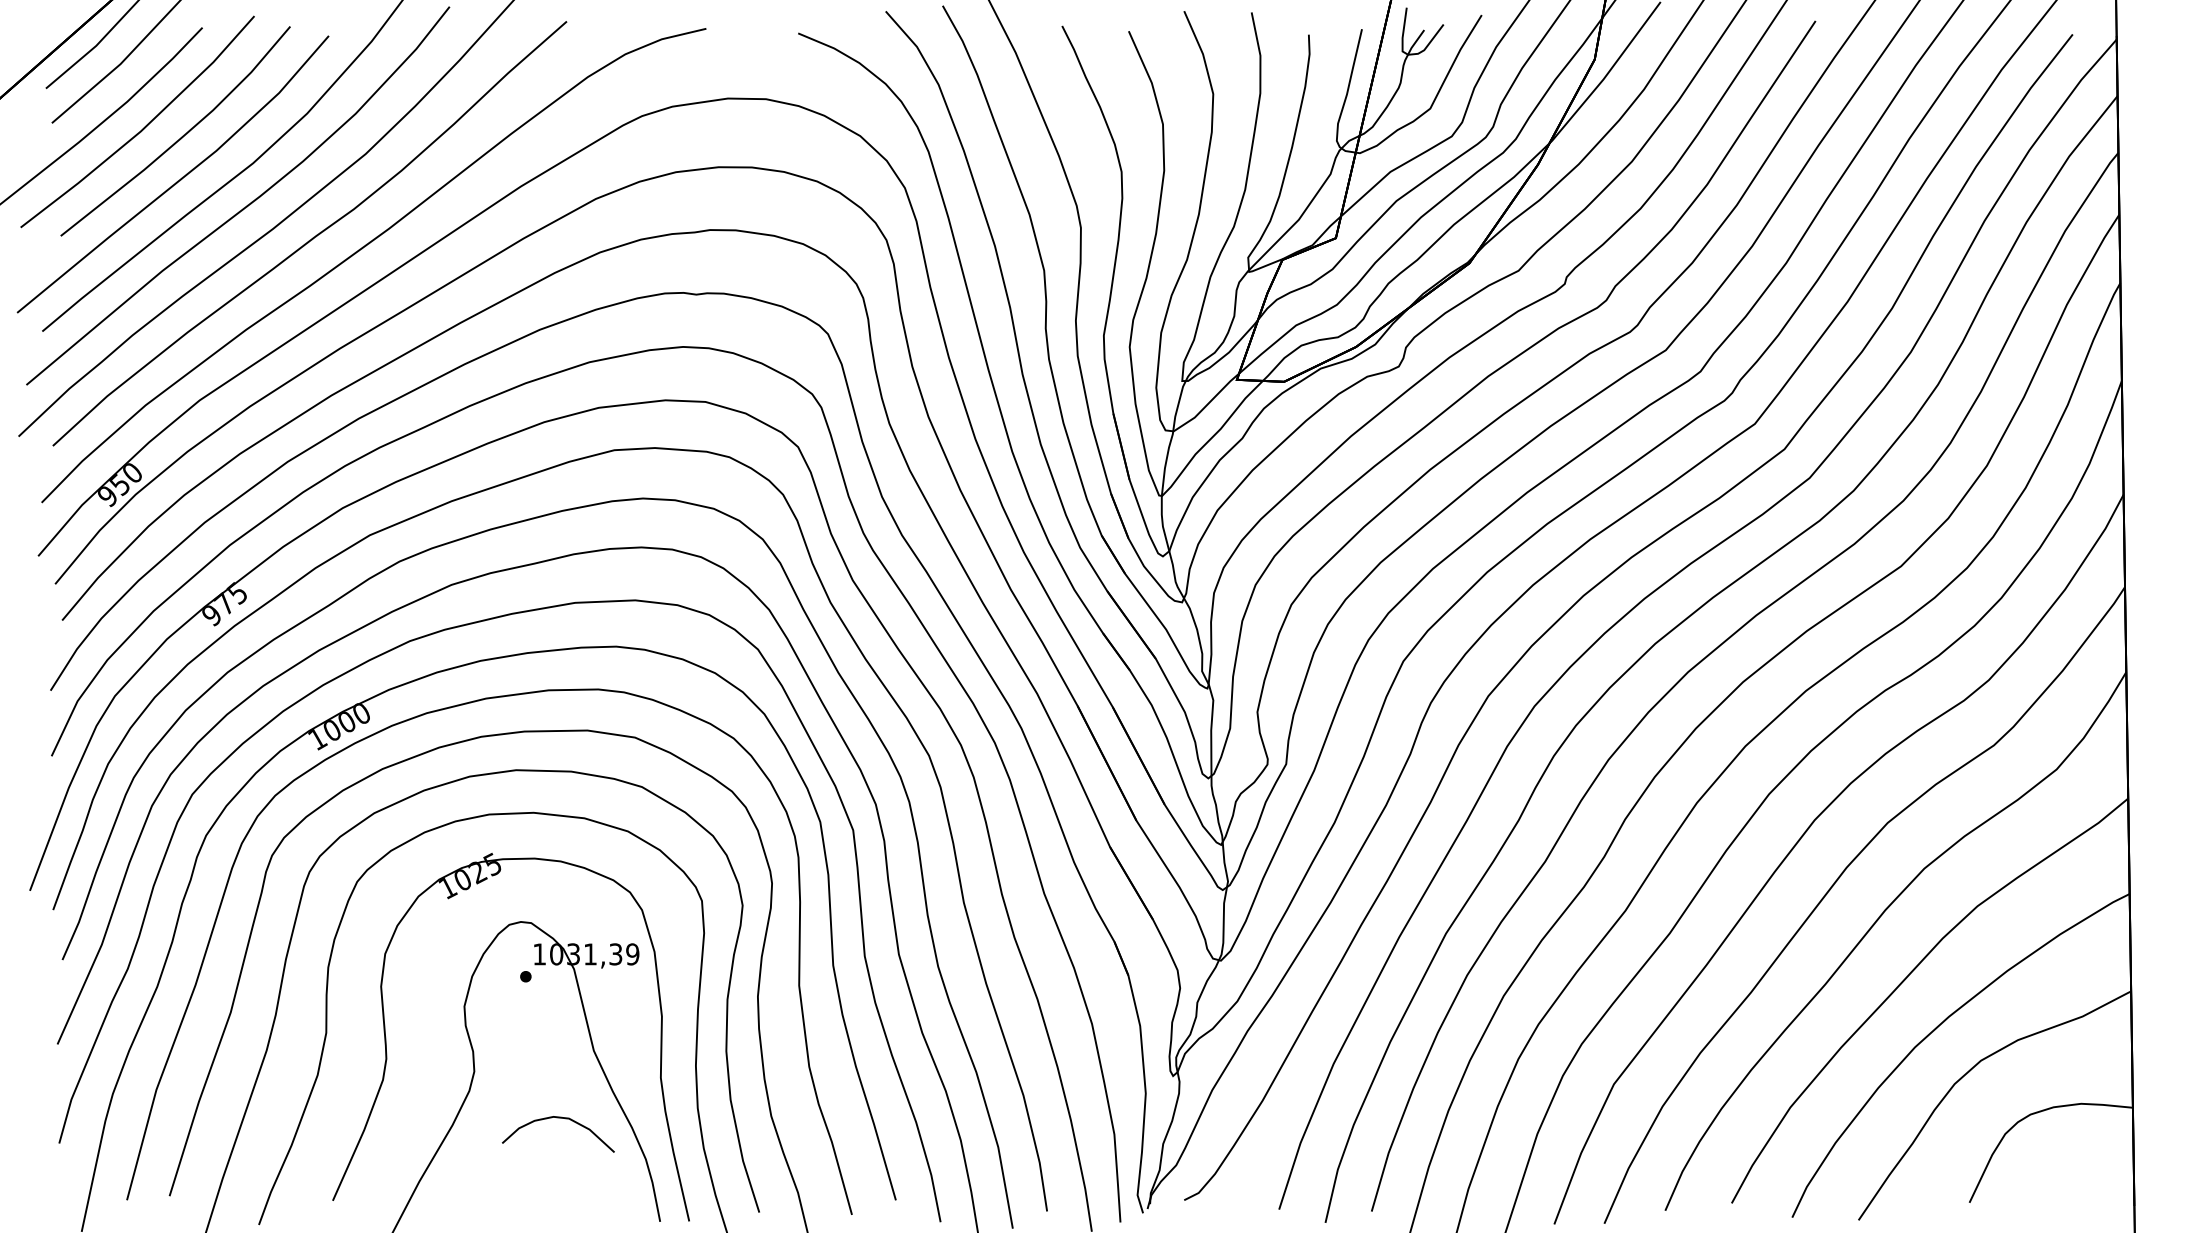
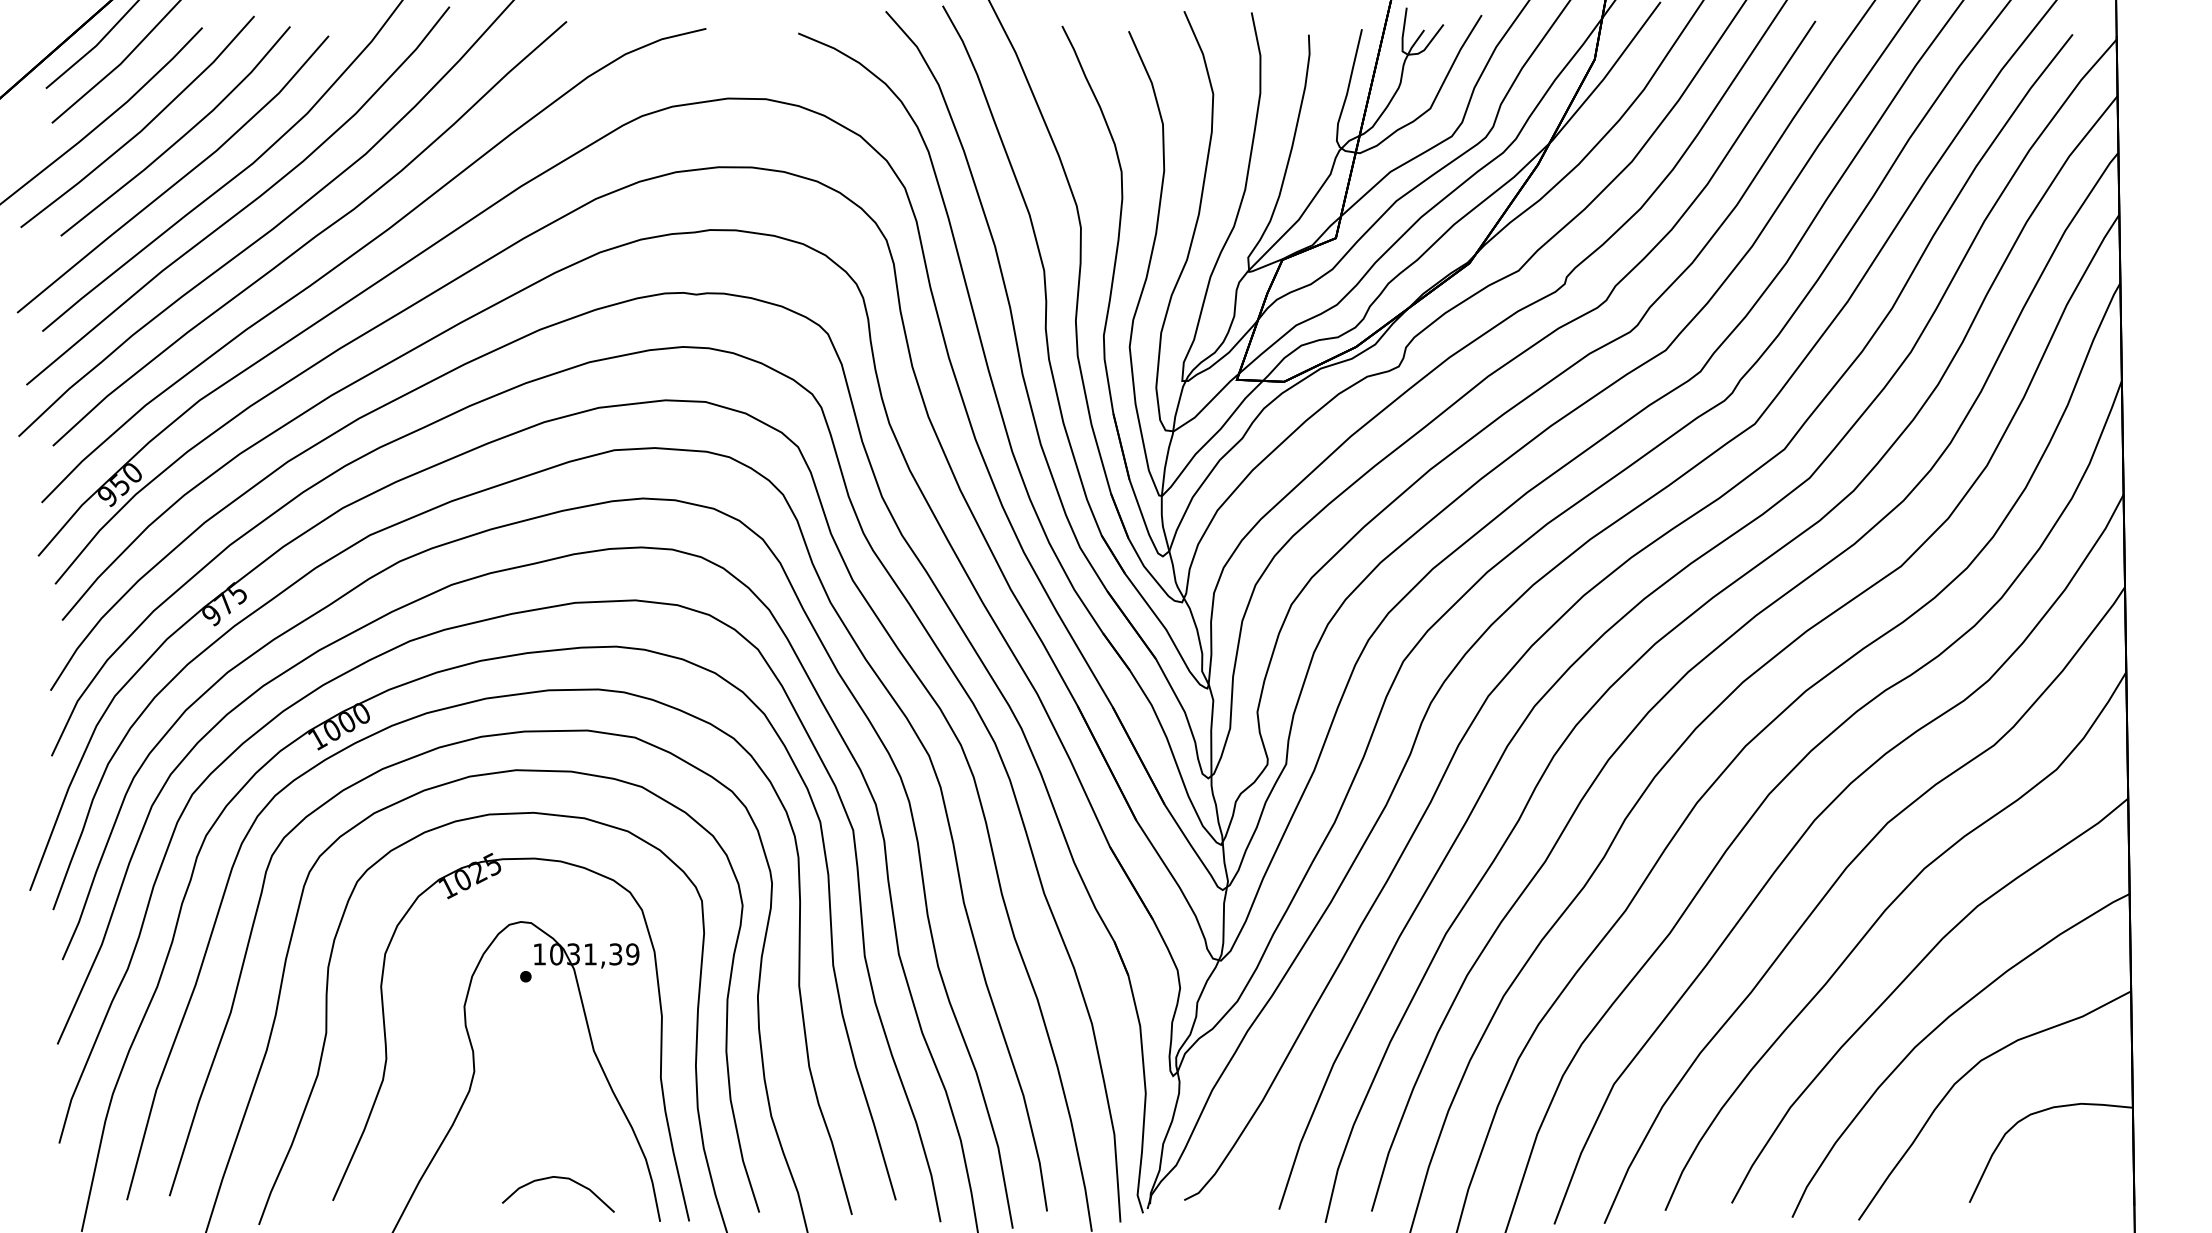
curve at (558, 1118) position: (558, 1118) -> (558, 1178)
